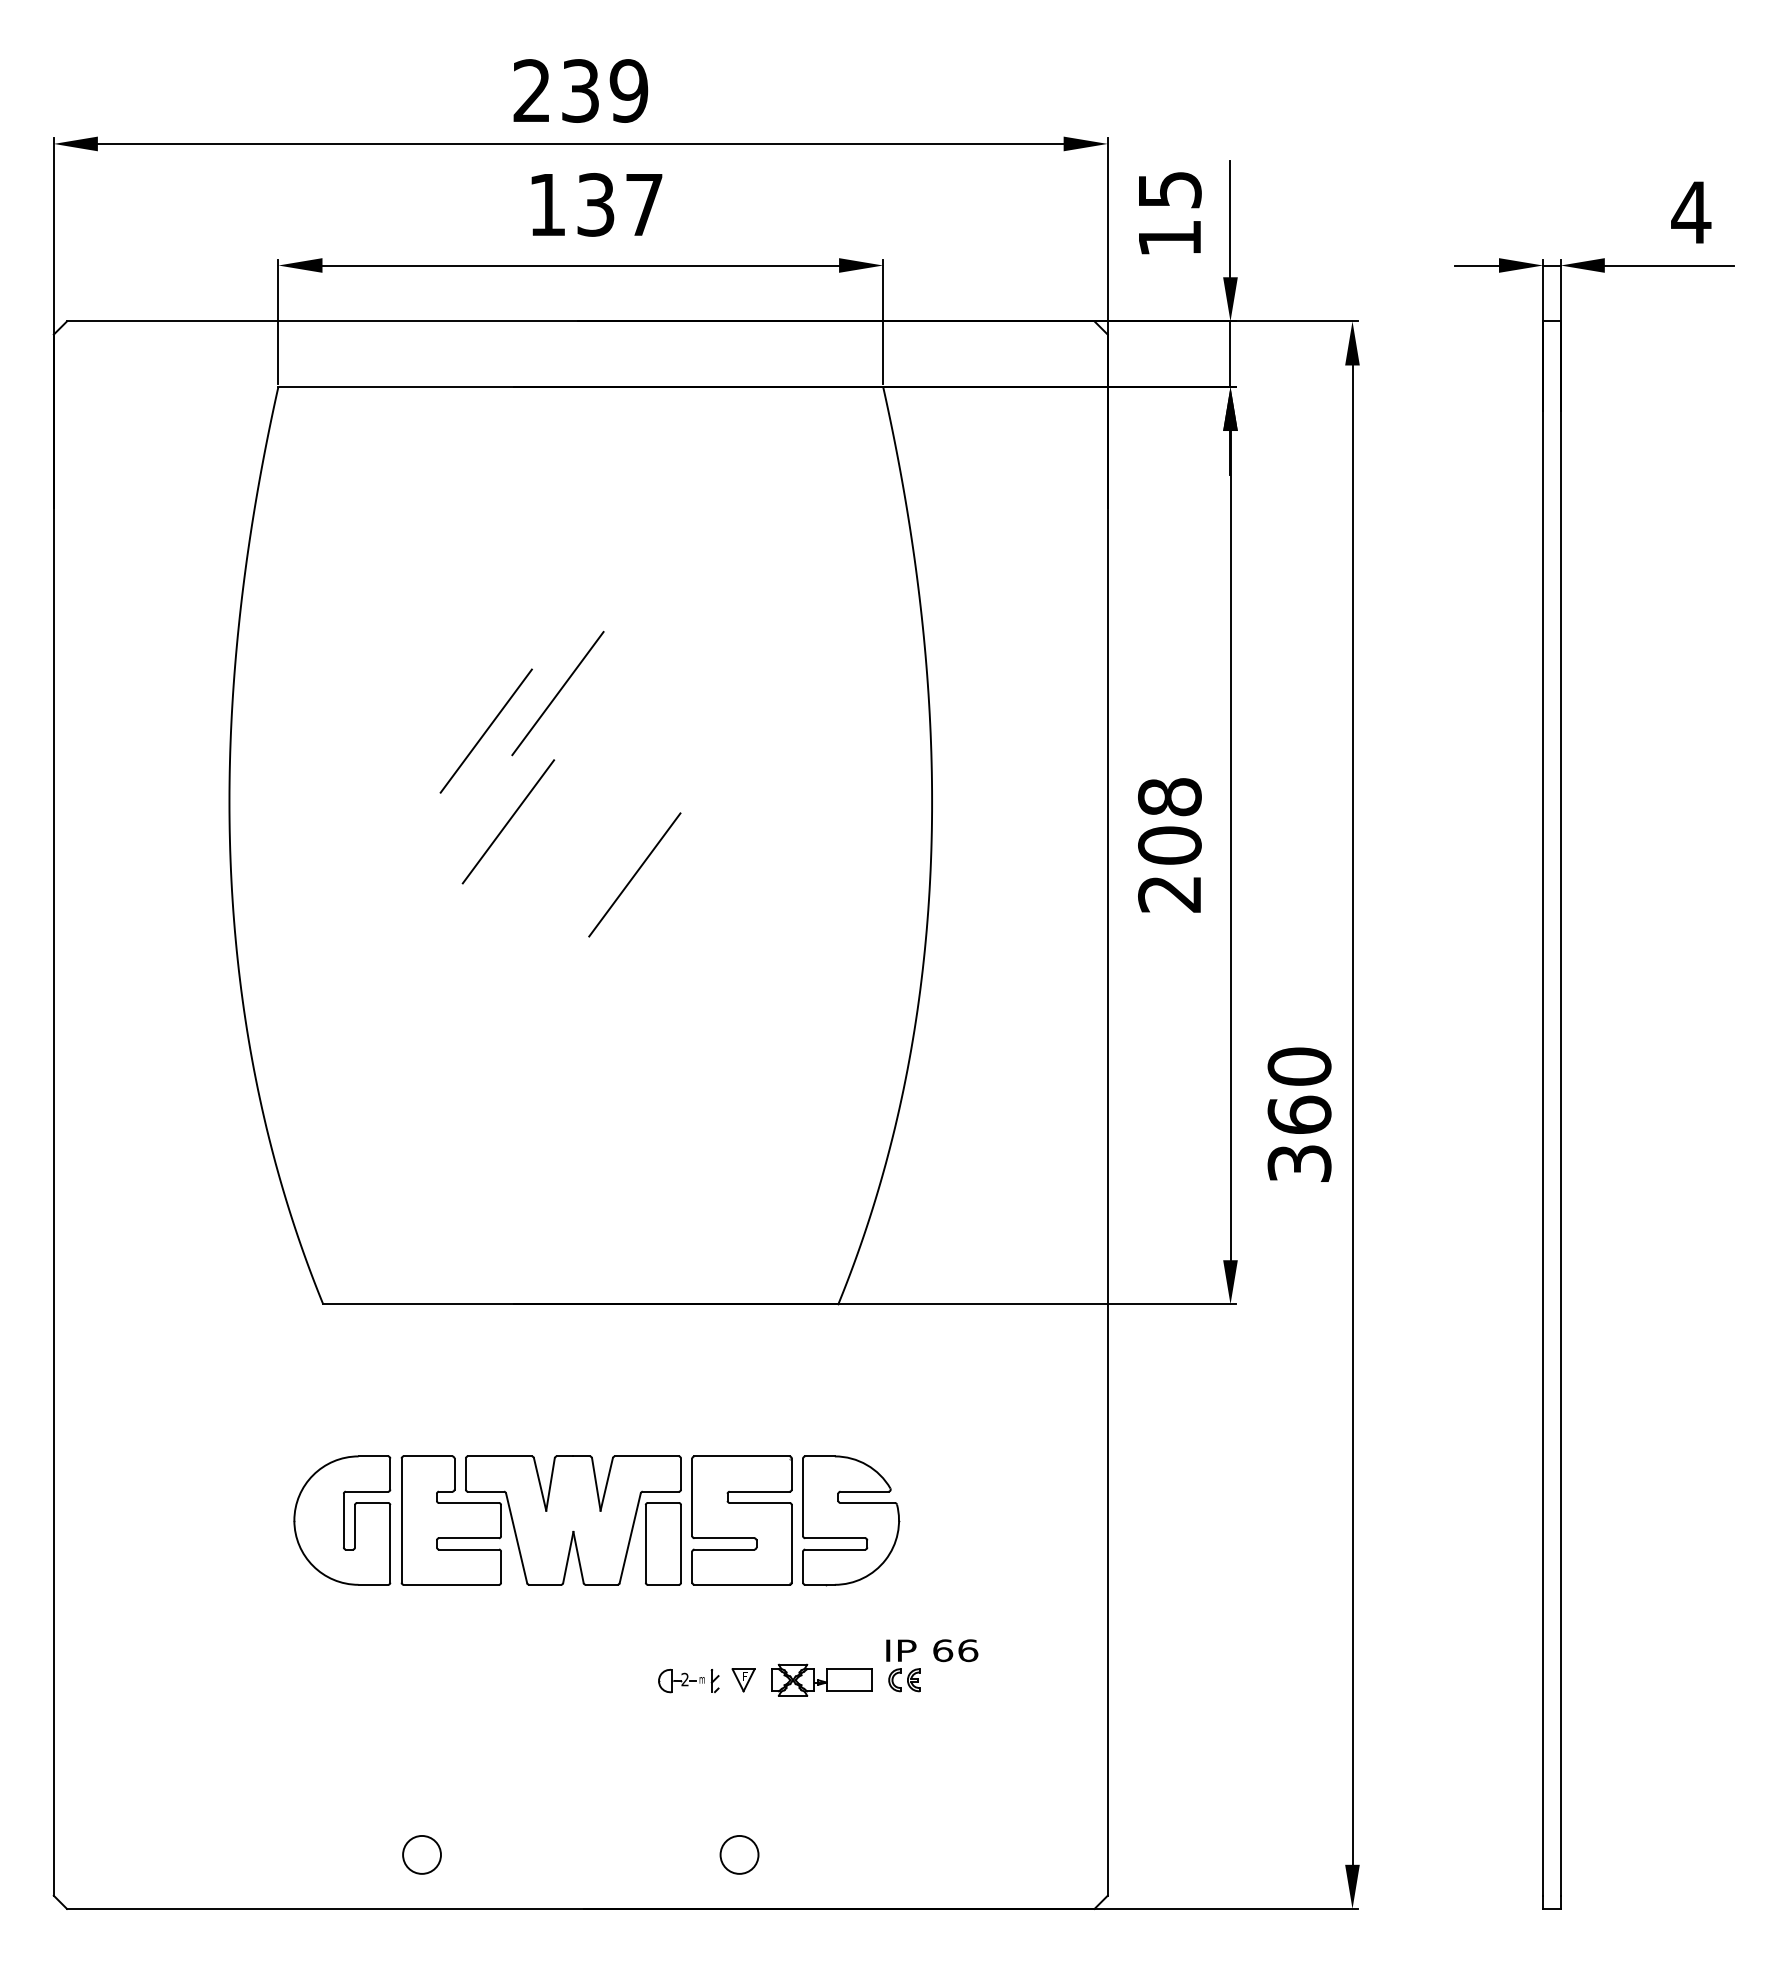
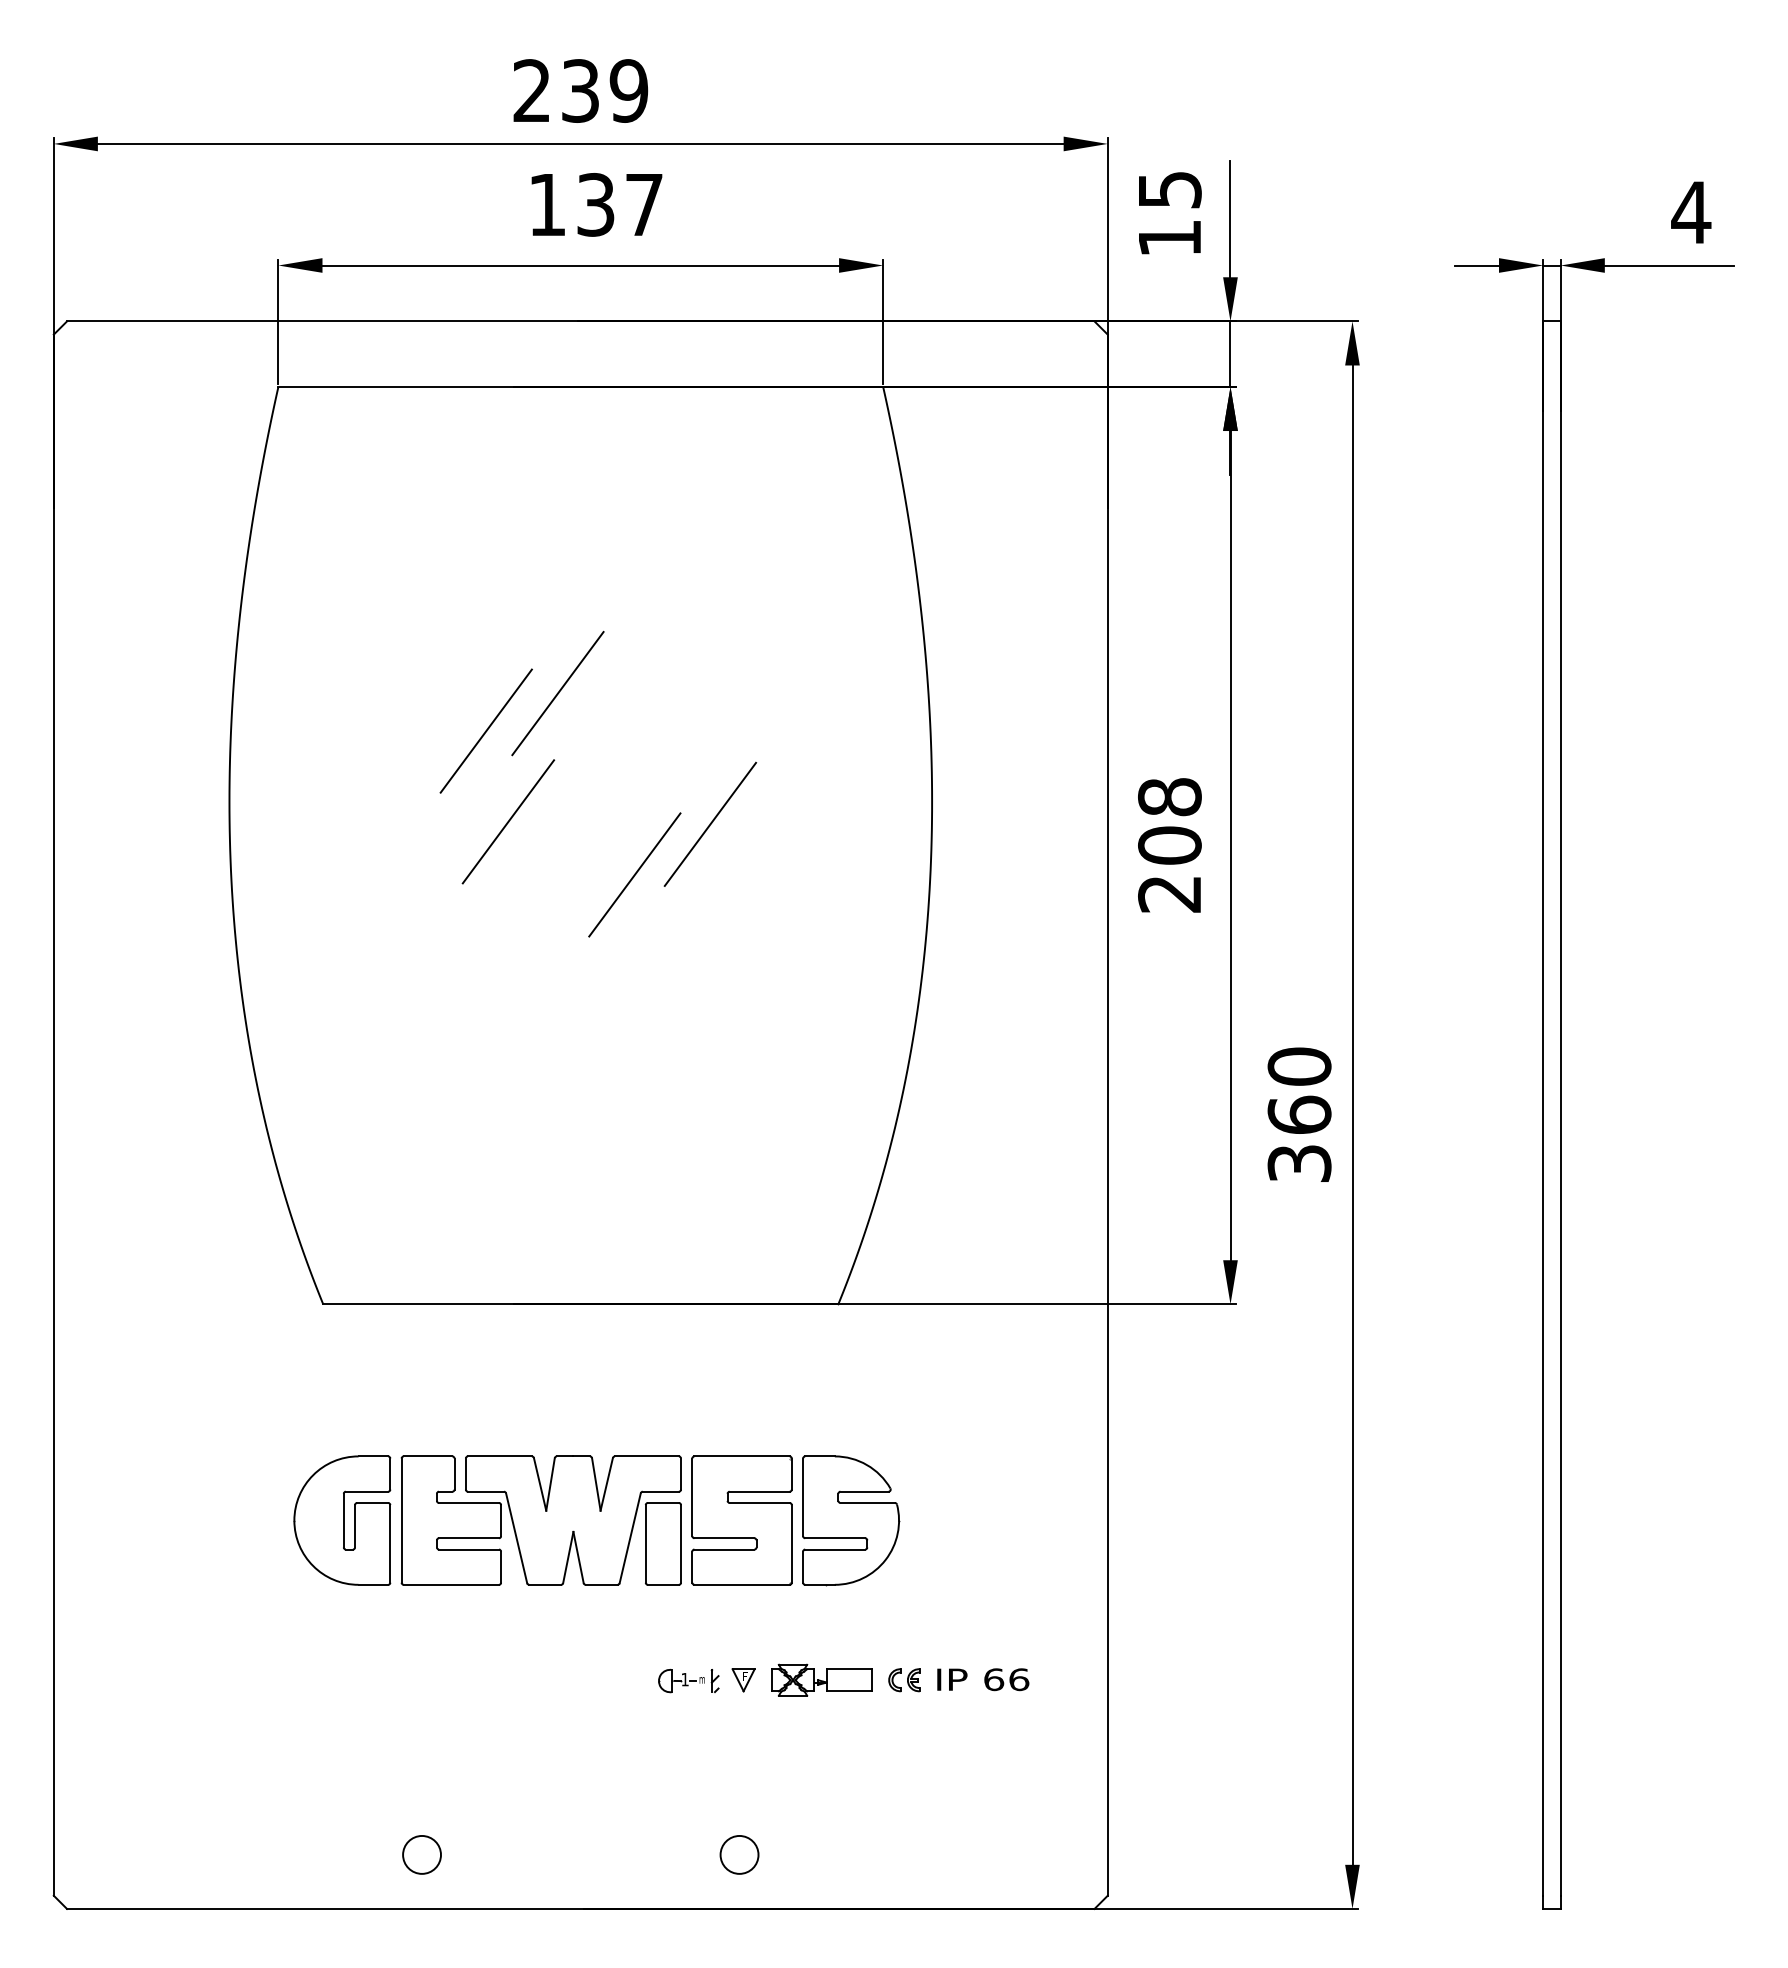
line at (710, 823): none -> present
text at (932, 1650) position: (932, 1650) -> (983, 1679)
text at (684, 1679): 2 -> 1
